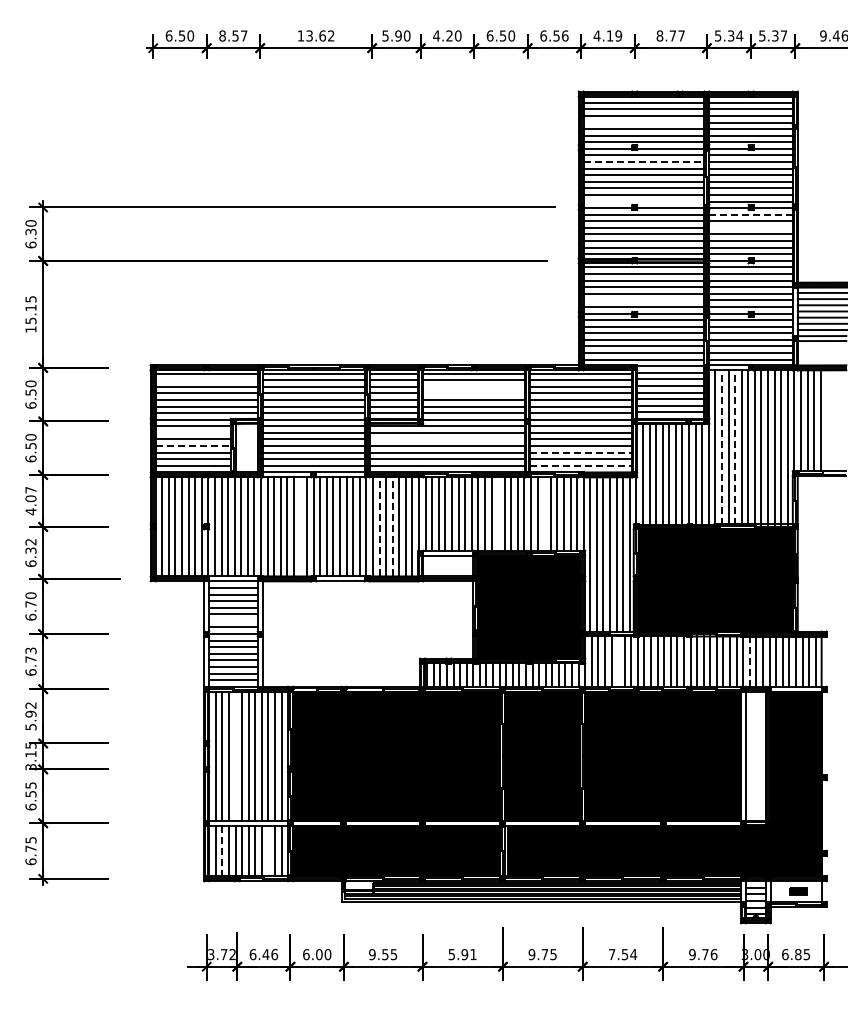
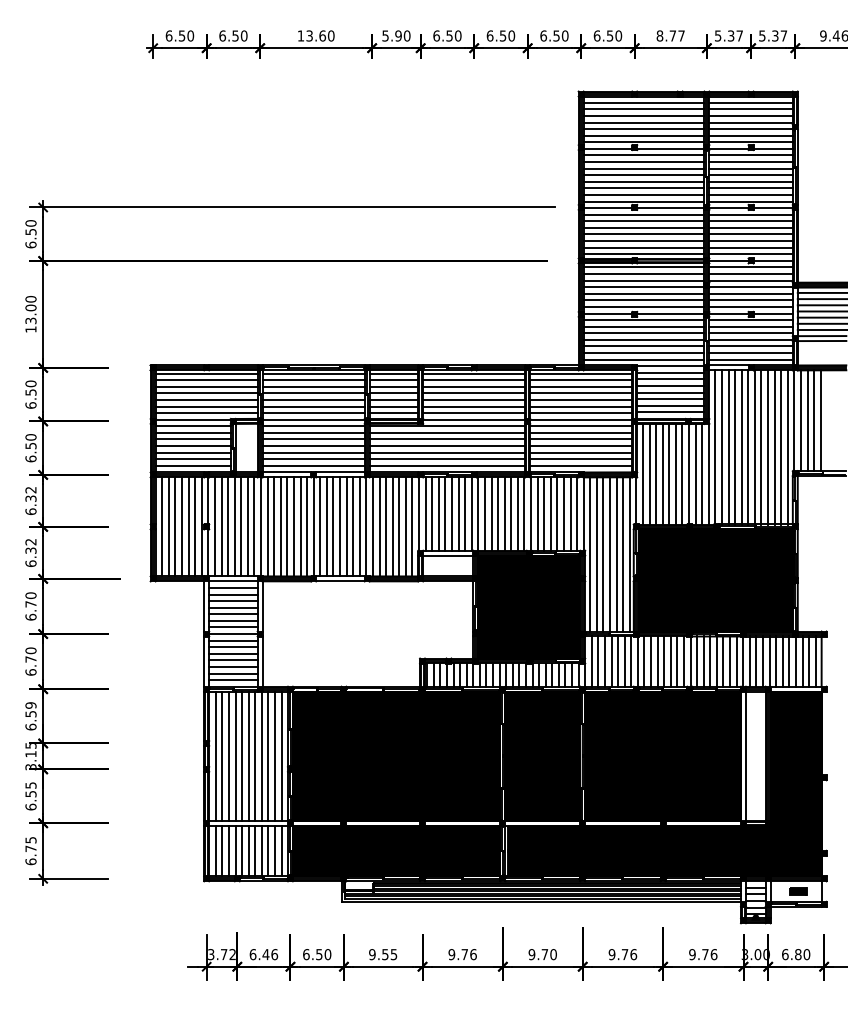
text at (233, 35): 8.57 -> 6.50
text at (331, 35): 13.62 -> 13.60
text at (442, 35): 4.20 -> 6.50
text at (565, 35): 6.56 -> 6.50
text at (607, 35): 4.19 -> 6.50
text at (739, 35): 5.34 -> 5.37
line at (643, 122): none -> present
line at (644, 162): dashed -> solid
line at (643, 201): none -> present
line at (751, 214): dashed -> solid
line at (750, 227): none -> present
text at (30, 231): 6.30 -> 6.50
line at (643, 300): none -> present
text at (30, 309): 15.15 -> 13.00
line at (206, 380): none -> present
line at (474, 386): none -> present
line at (474, 393): none -> present
line at (192, 432): none -> present
line at (447, 439): none -> present
line at (193, 446): dashed -> solid
line at (721, 446): dashed -> solid
line at (735, 446): dashed -> solid
line at (581, 452): dashed -> solid
line at (581, 465): dashed -> solid
text at (30, 501): 4.07 -> 6.32
line at (498, 513): none -> present
line at (544, 513): none -> present
line at (300, 526): none -> present
line at (379, 526): dashed -> solid
line at (392, 526): dashed -> solid
line at (233, 620): none -> present
text at (30, 650): 6.73 -> 6.70
line at (618, 661): none -> present
line at (749, 662): dashed -> solid
text at (30, 716): 5.92 -> 6.59
line at (235, 755): none -> present
line at (268, 850): none -> present
line at (222, 851): dashed -> solid
text at (319, 954): 6.00 -> 6.50
text at (462, 954): 5.91 -> 9.76
text at (553, 954): 9.75 -> 9.70
text at (622, 954): 7.54 -> 9.76
text at (806, 954): 6.85 -> 6.80
